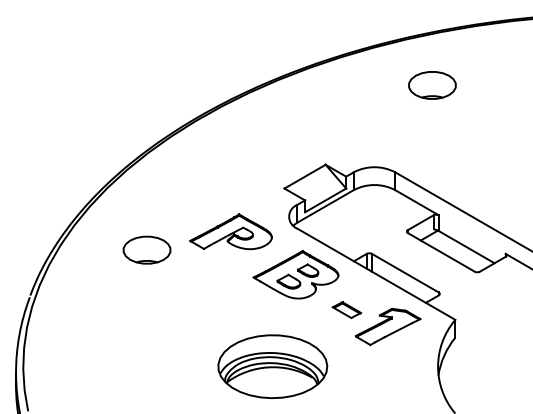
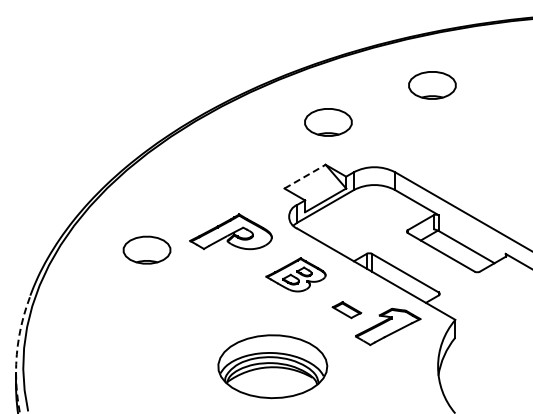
part at (328, 122): none -> present
line at (305, 176): solid -> dashed
part at (295, 274) size: 88x50 px -> 62x36 px
arc at (16, 354): solid -> dashed
